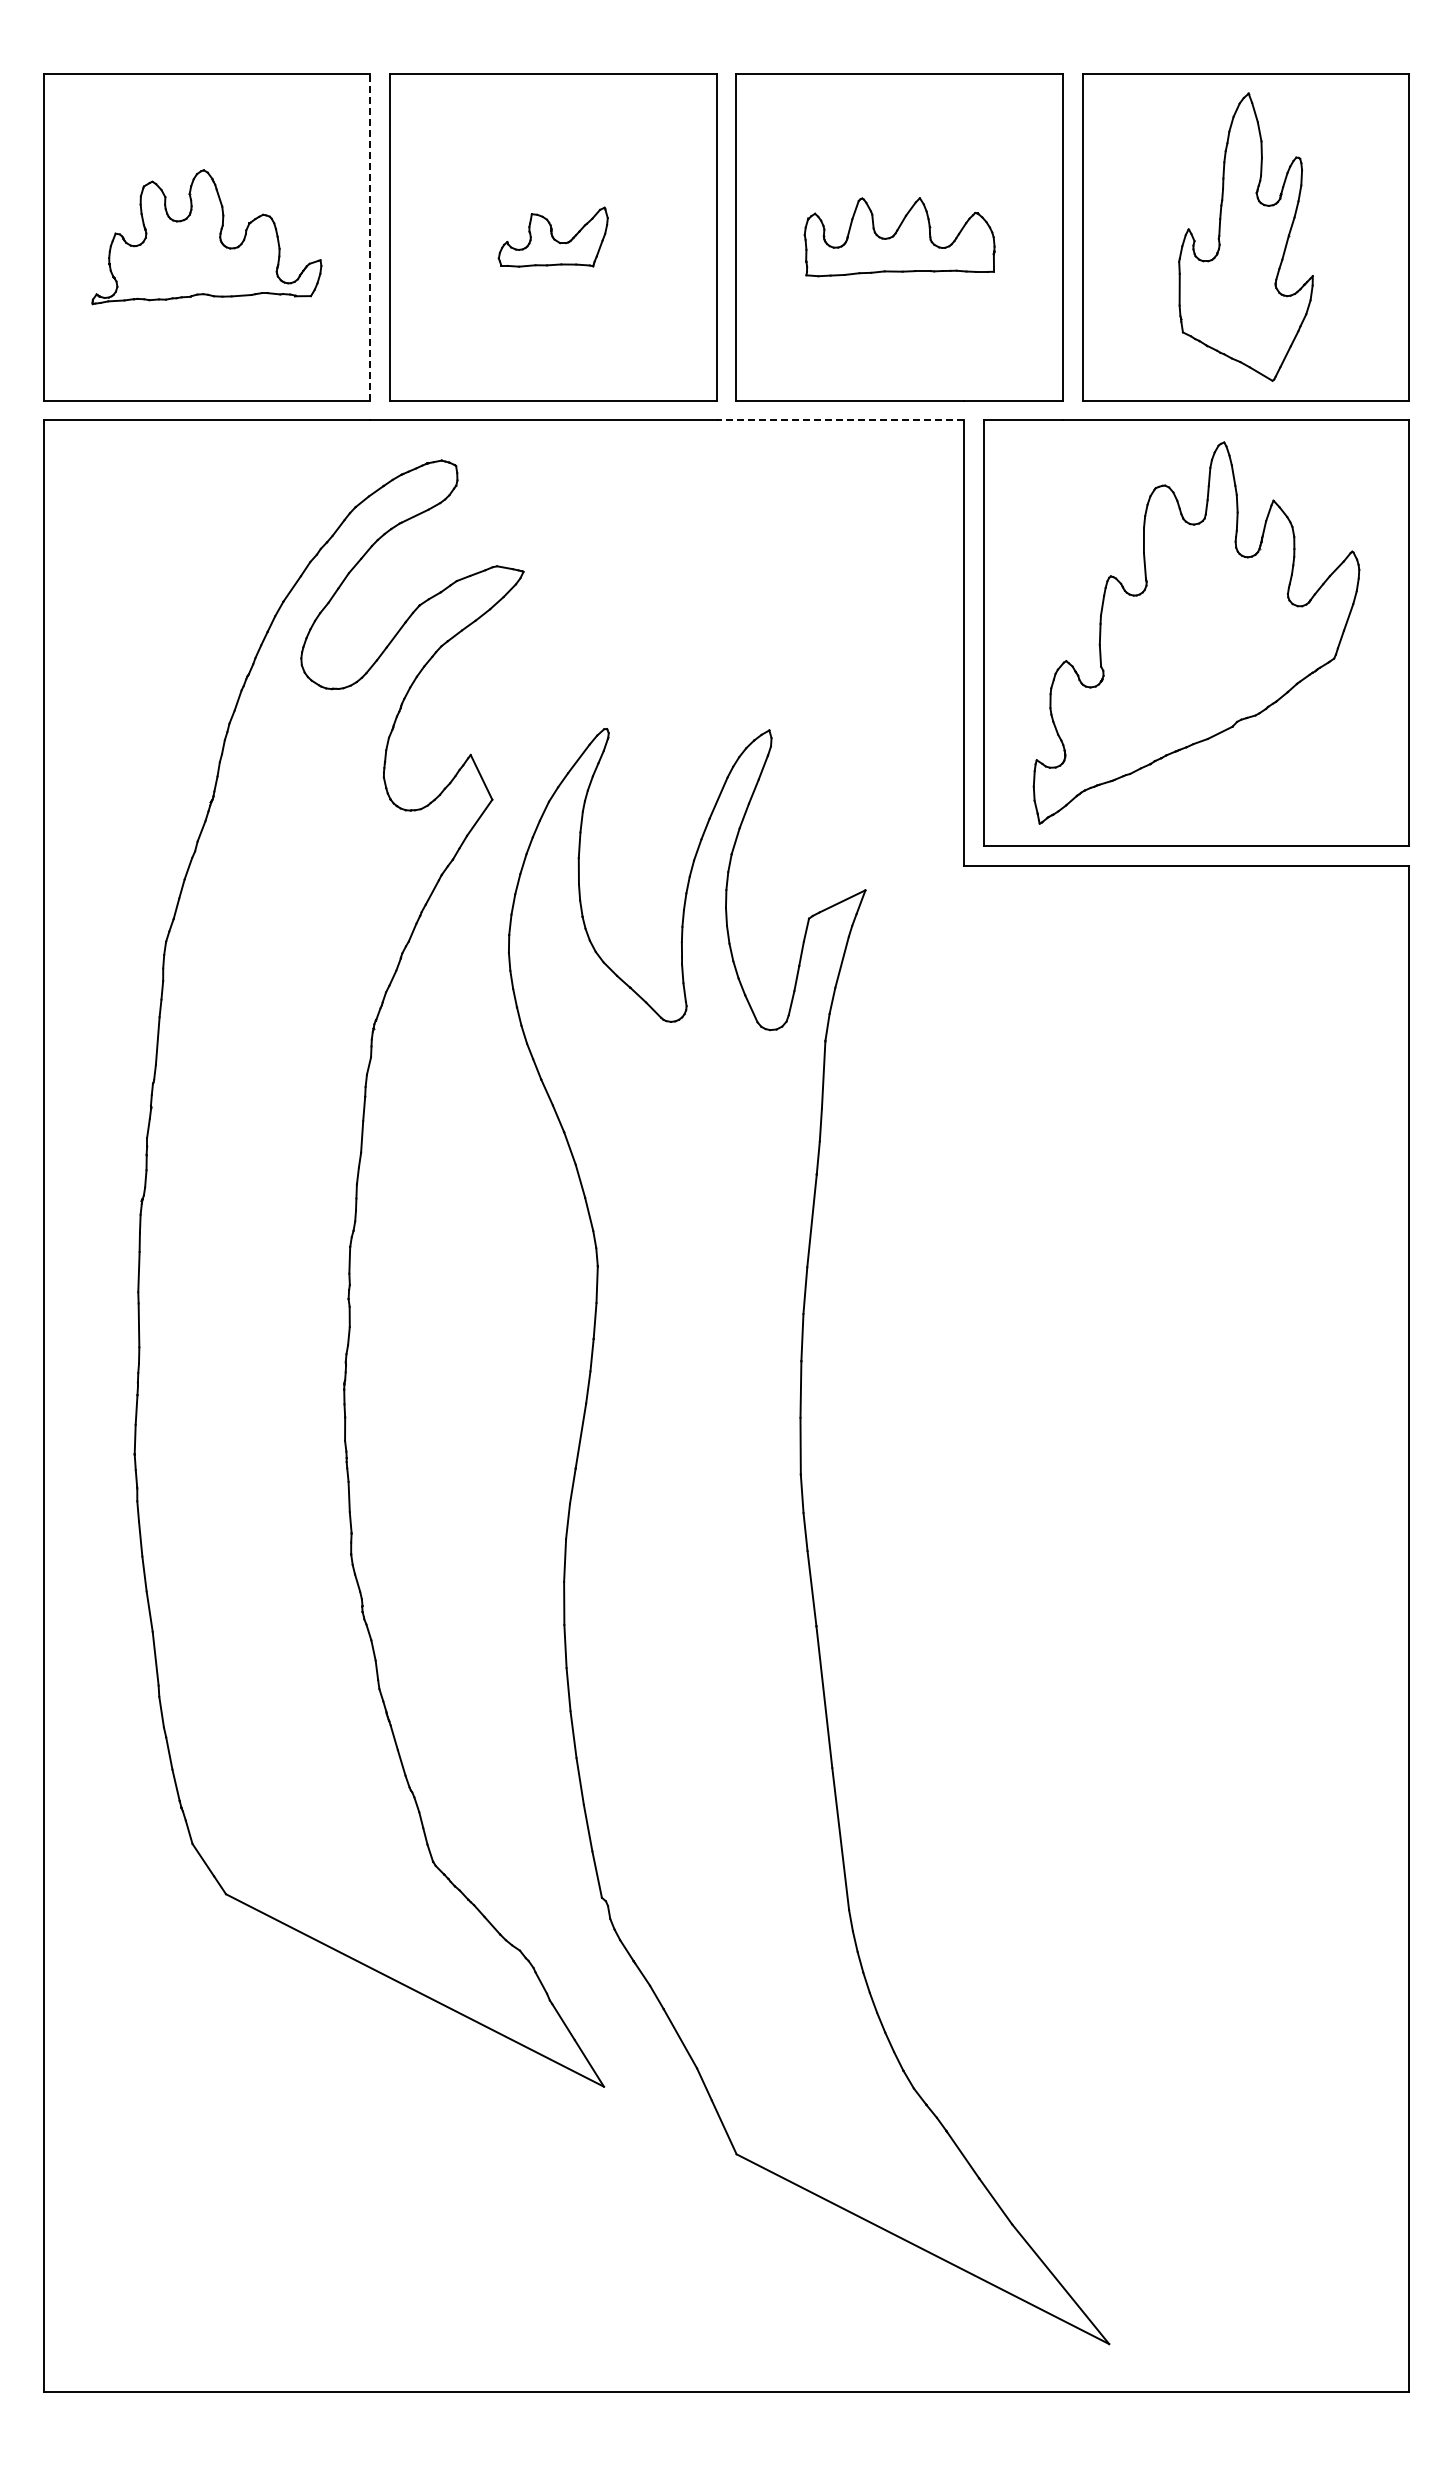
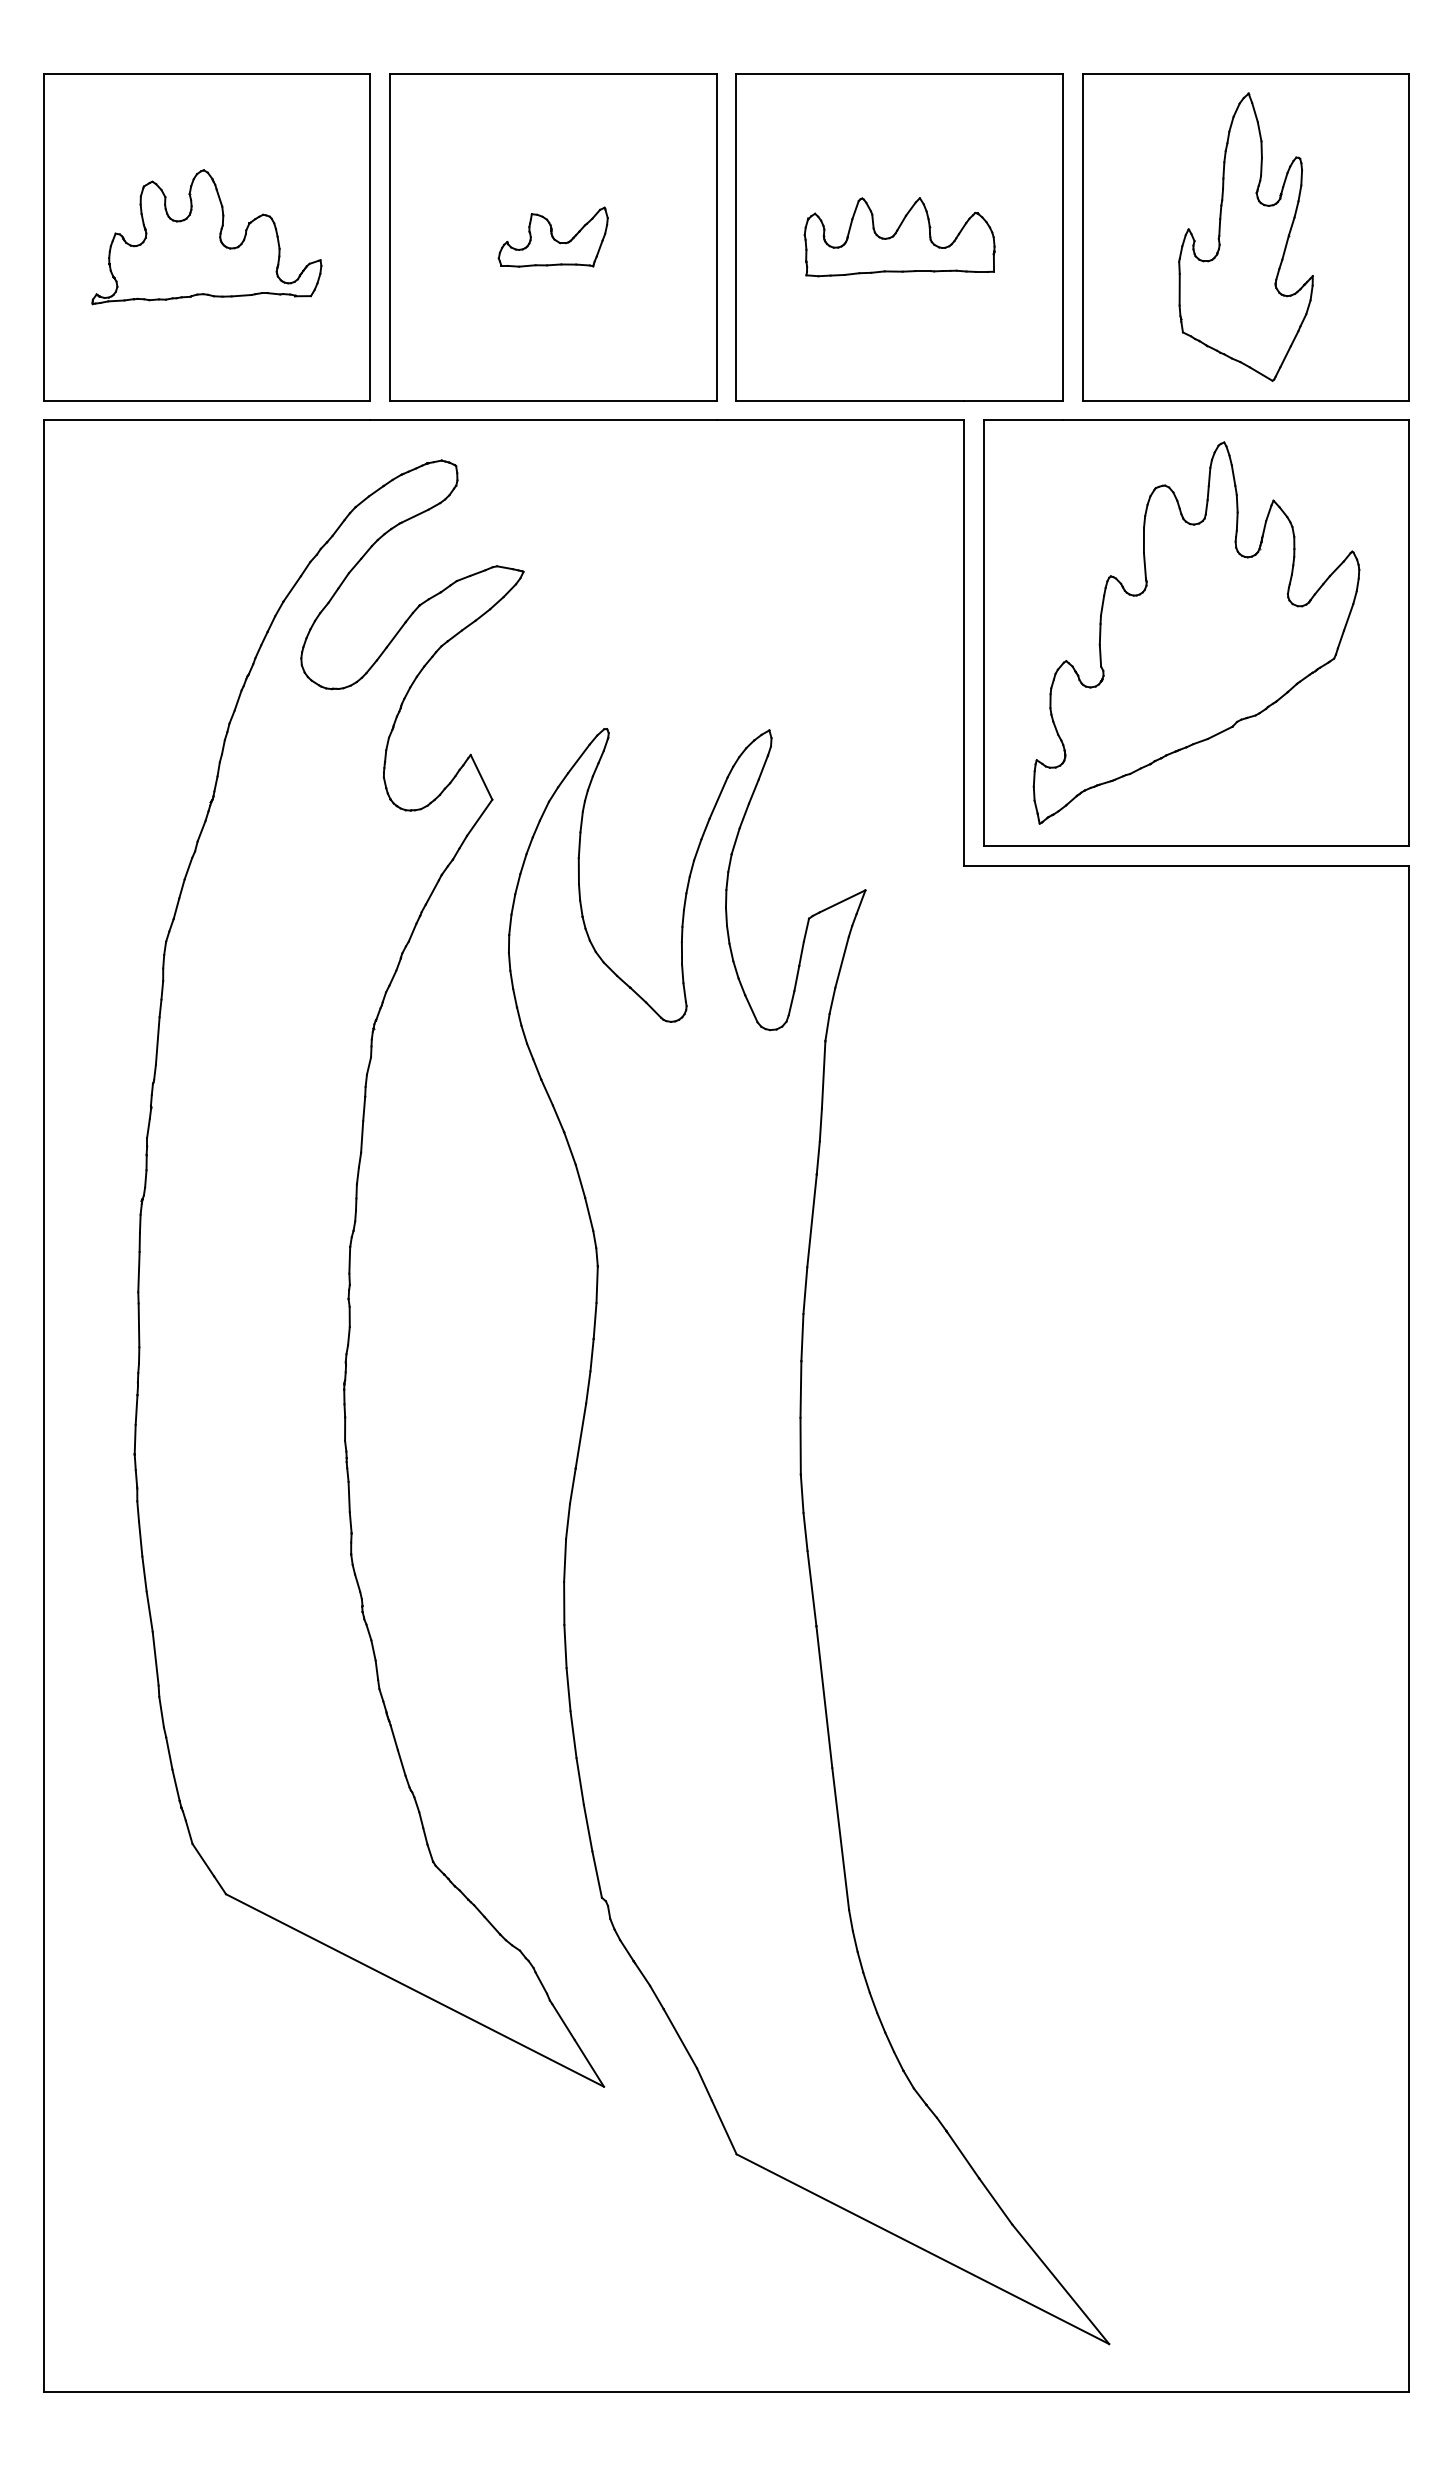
line at (370, 236): dashed -> solid
line at (840, 420): dashed -> solid
